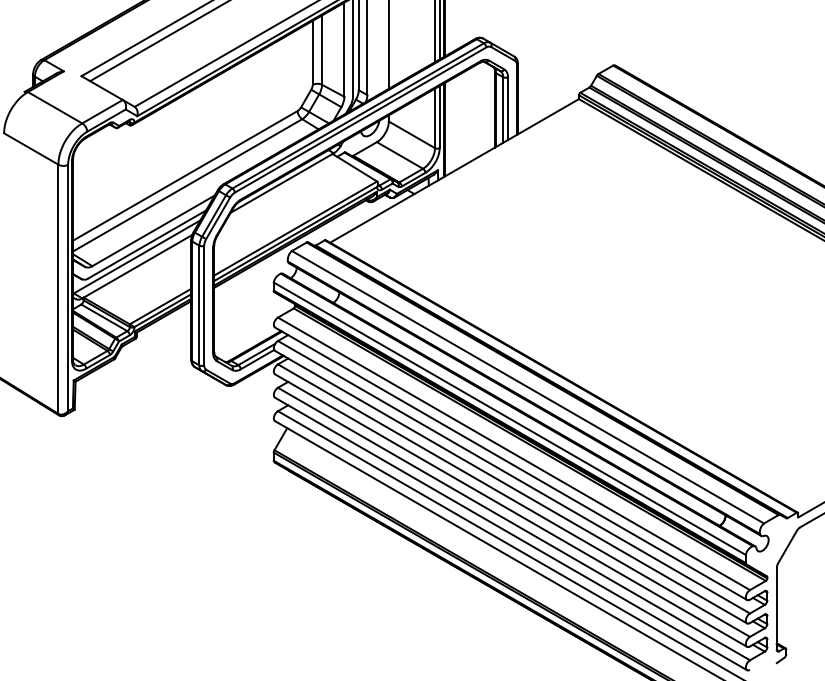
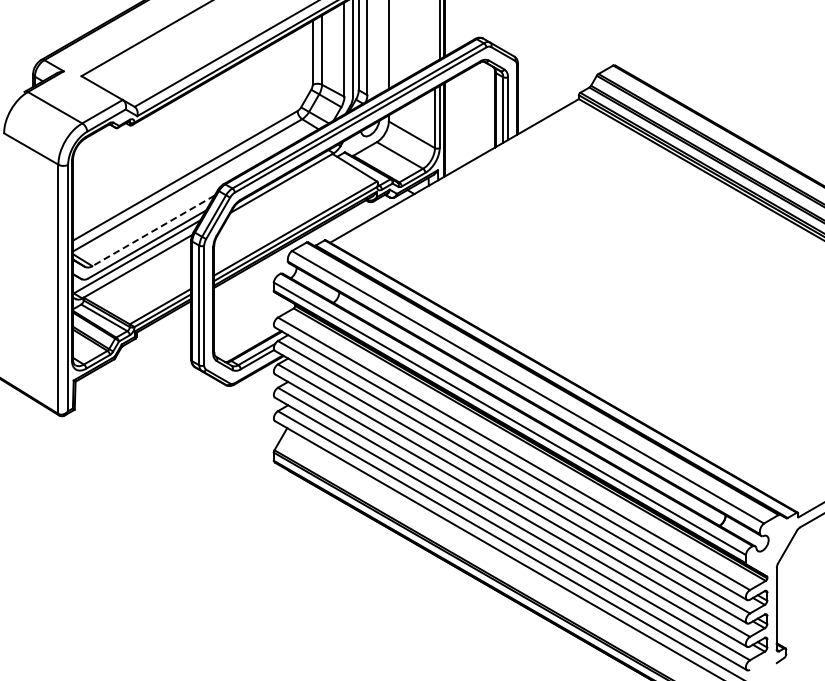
line at (434, 32): present -> none
line at (158, 41): present -> none
line at (153, 230): solid -> dashed
